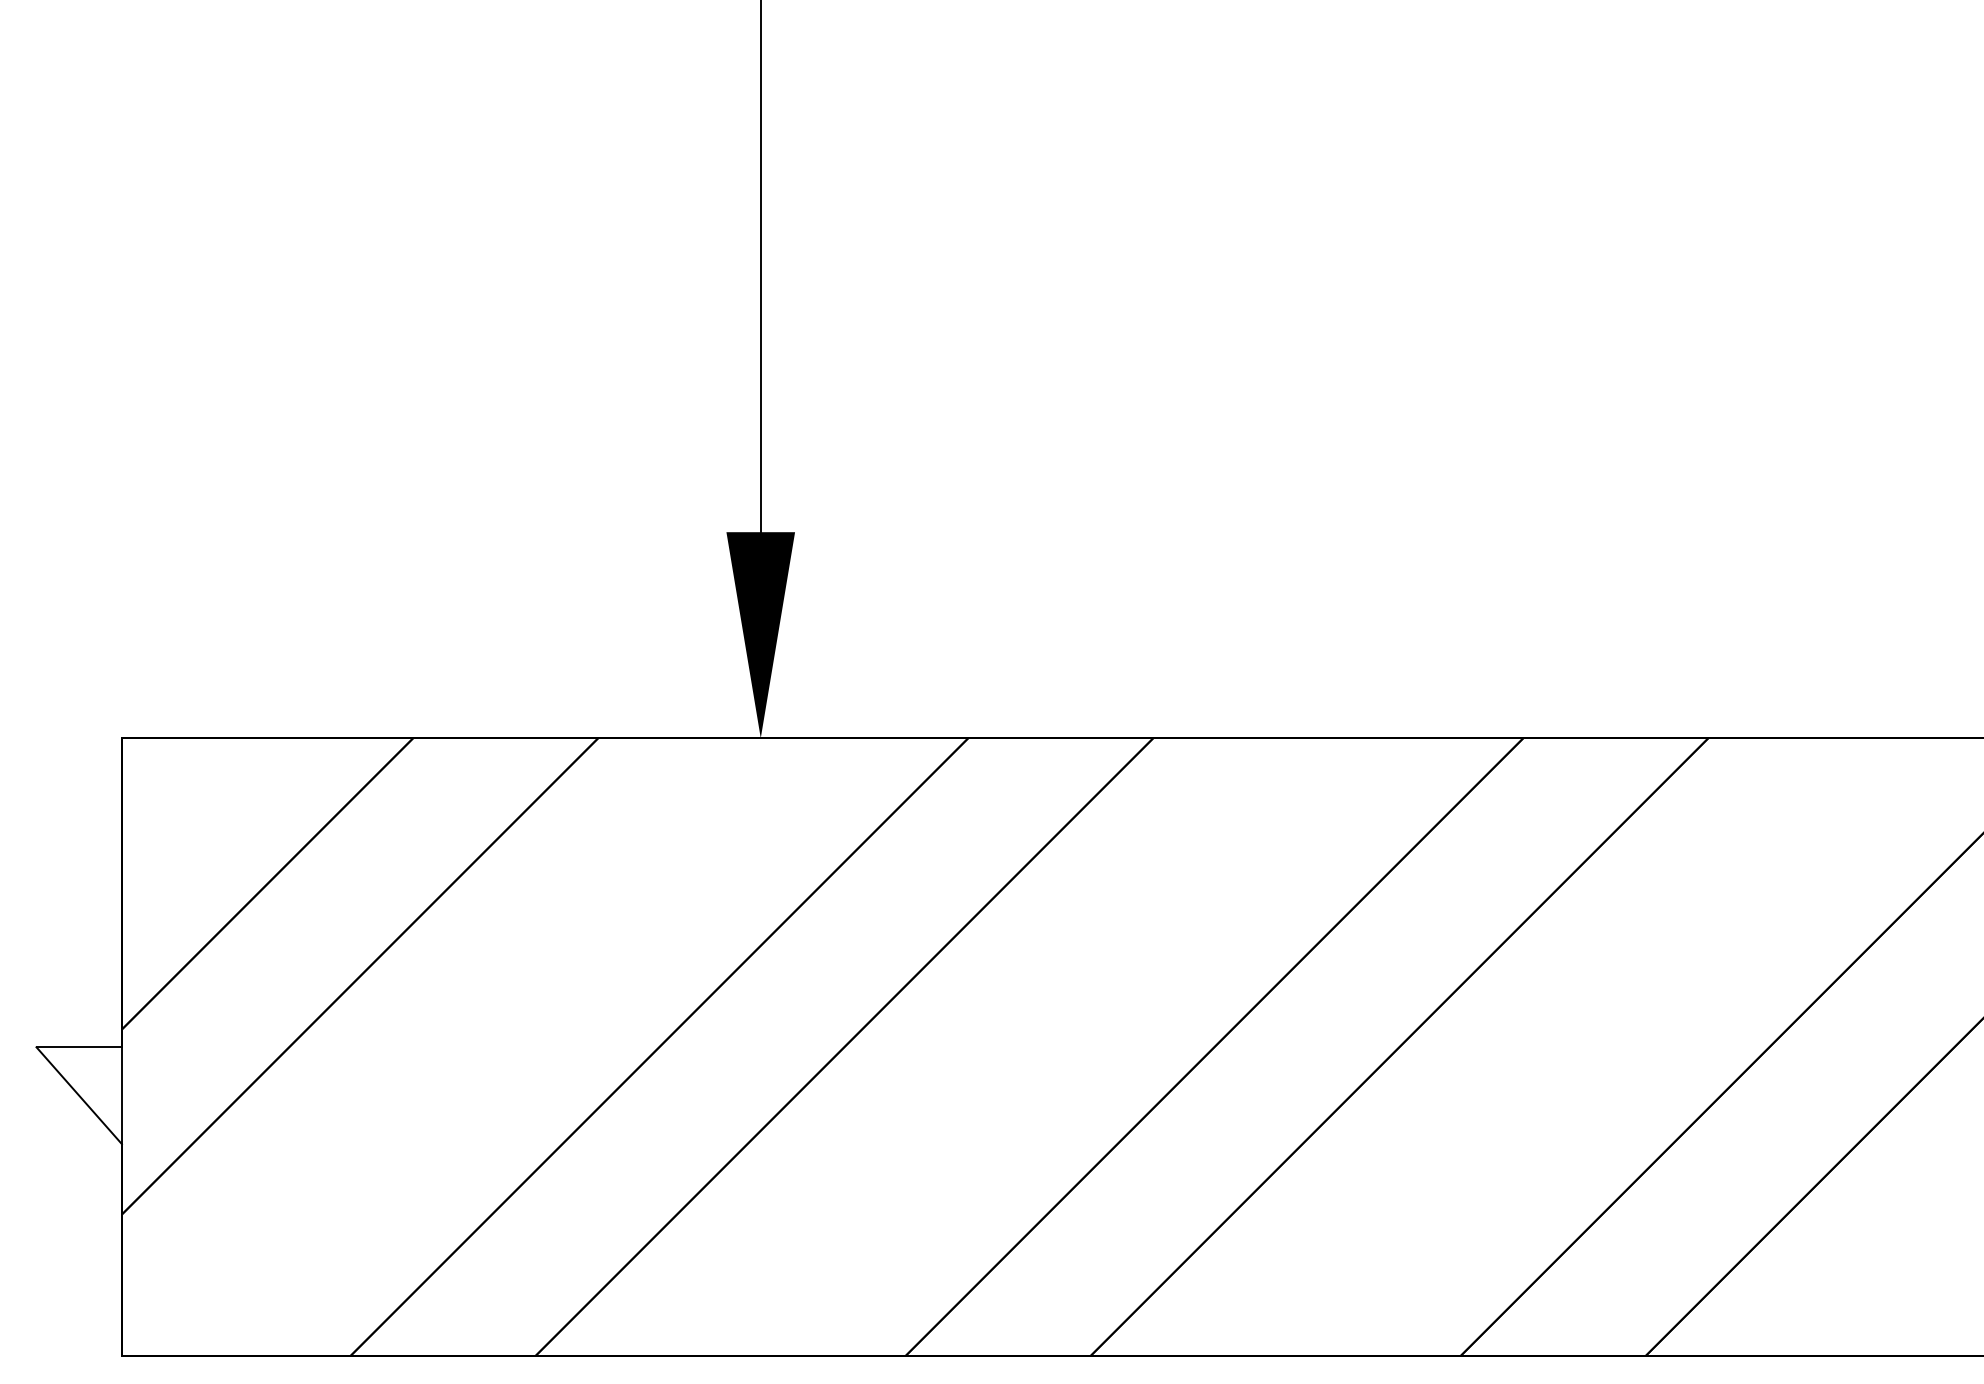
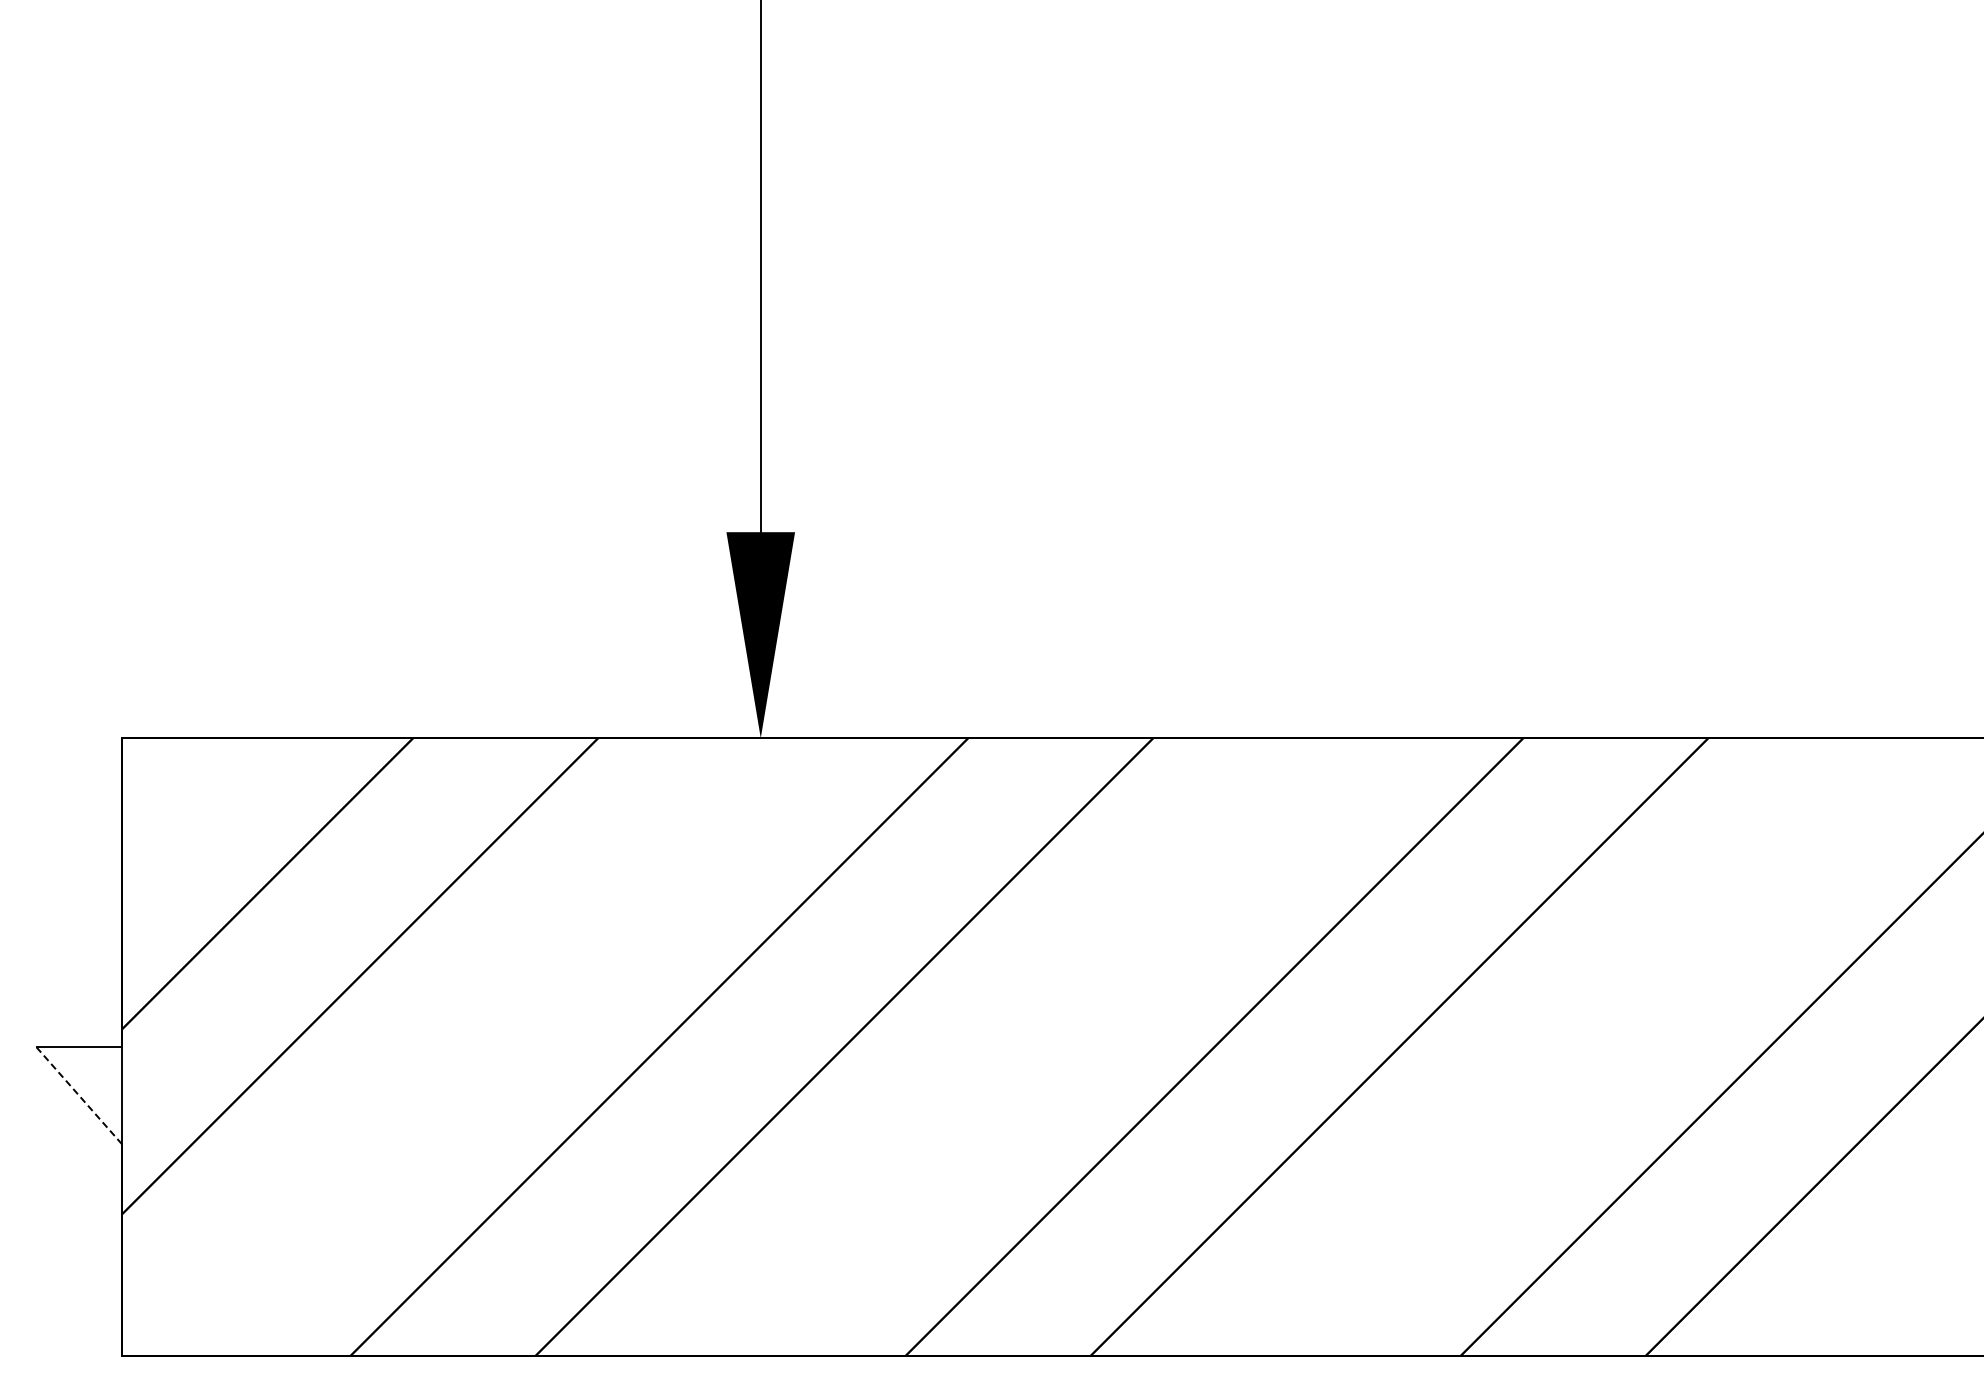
line at (79, 1095): solid -> dashed
